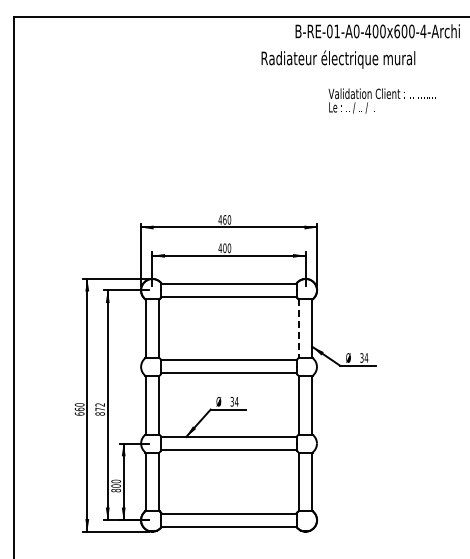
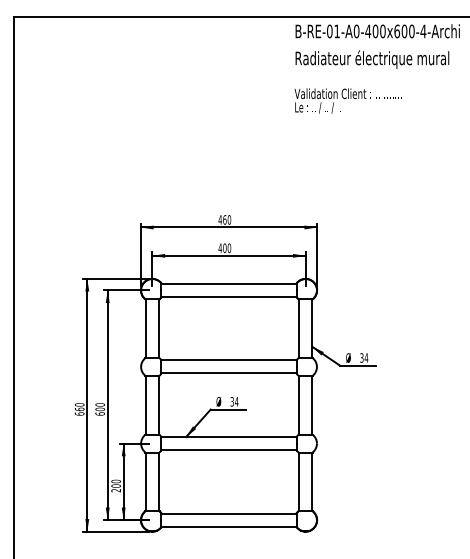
text at (338, 59) position: (338, 59) -> (372, 59)
text at (381, 100) position: (381, 100) -> (347, 100)
line at (299, 329): dashed -> solid
text at (100, 409): 872 -> 600
text at (115, 490): 800 -> 200
